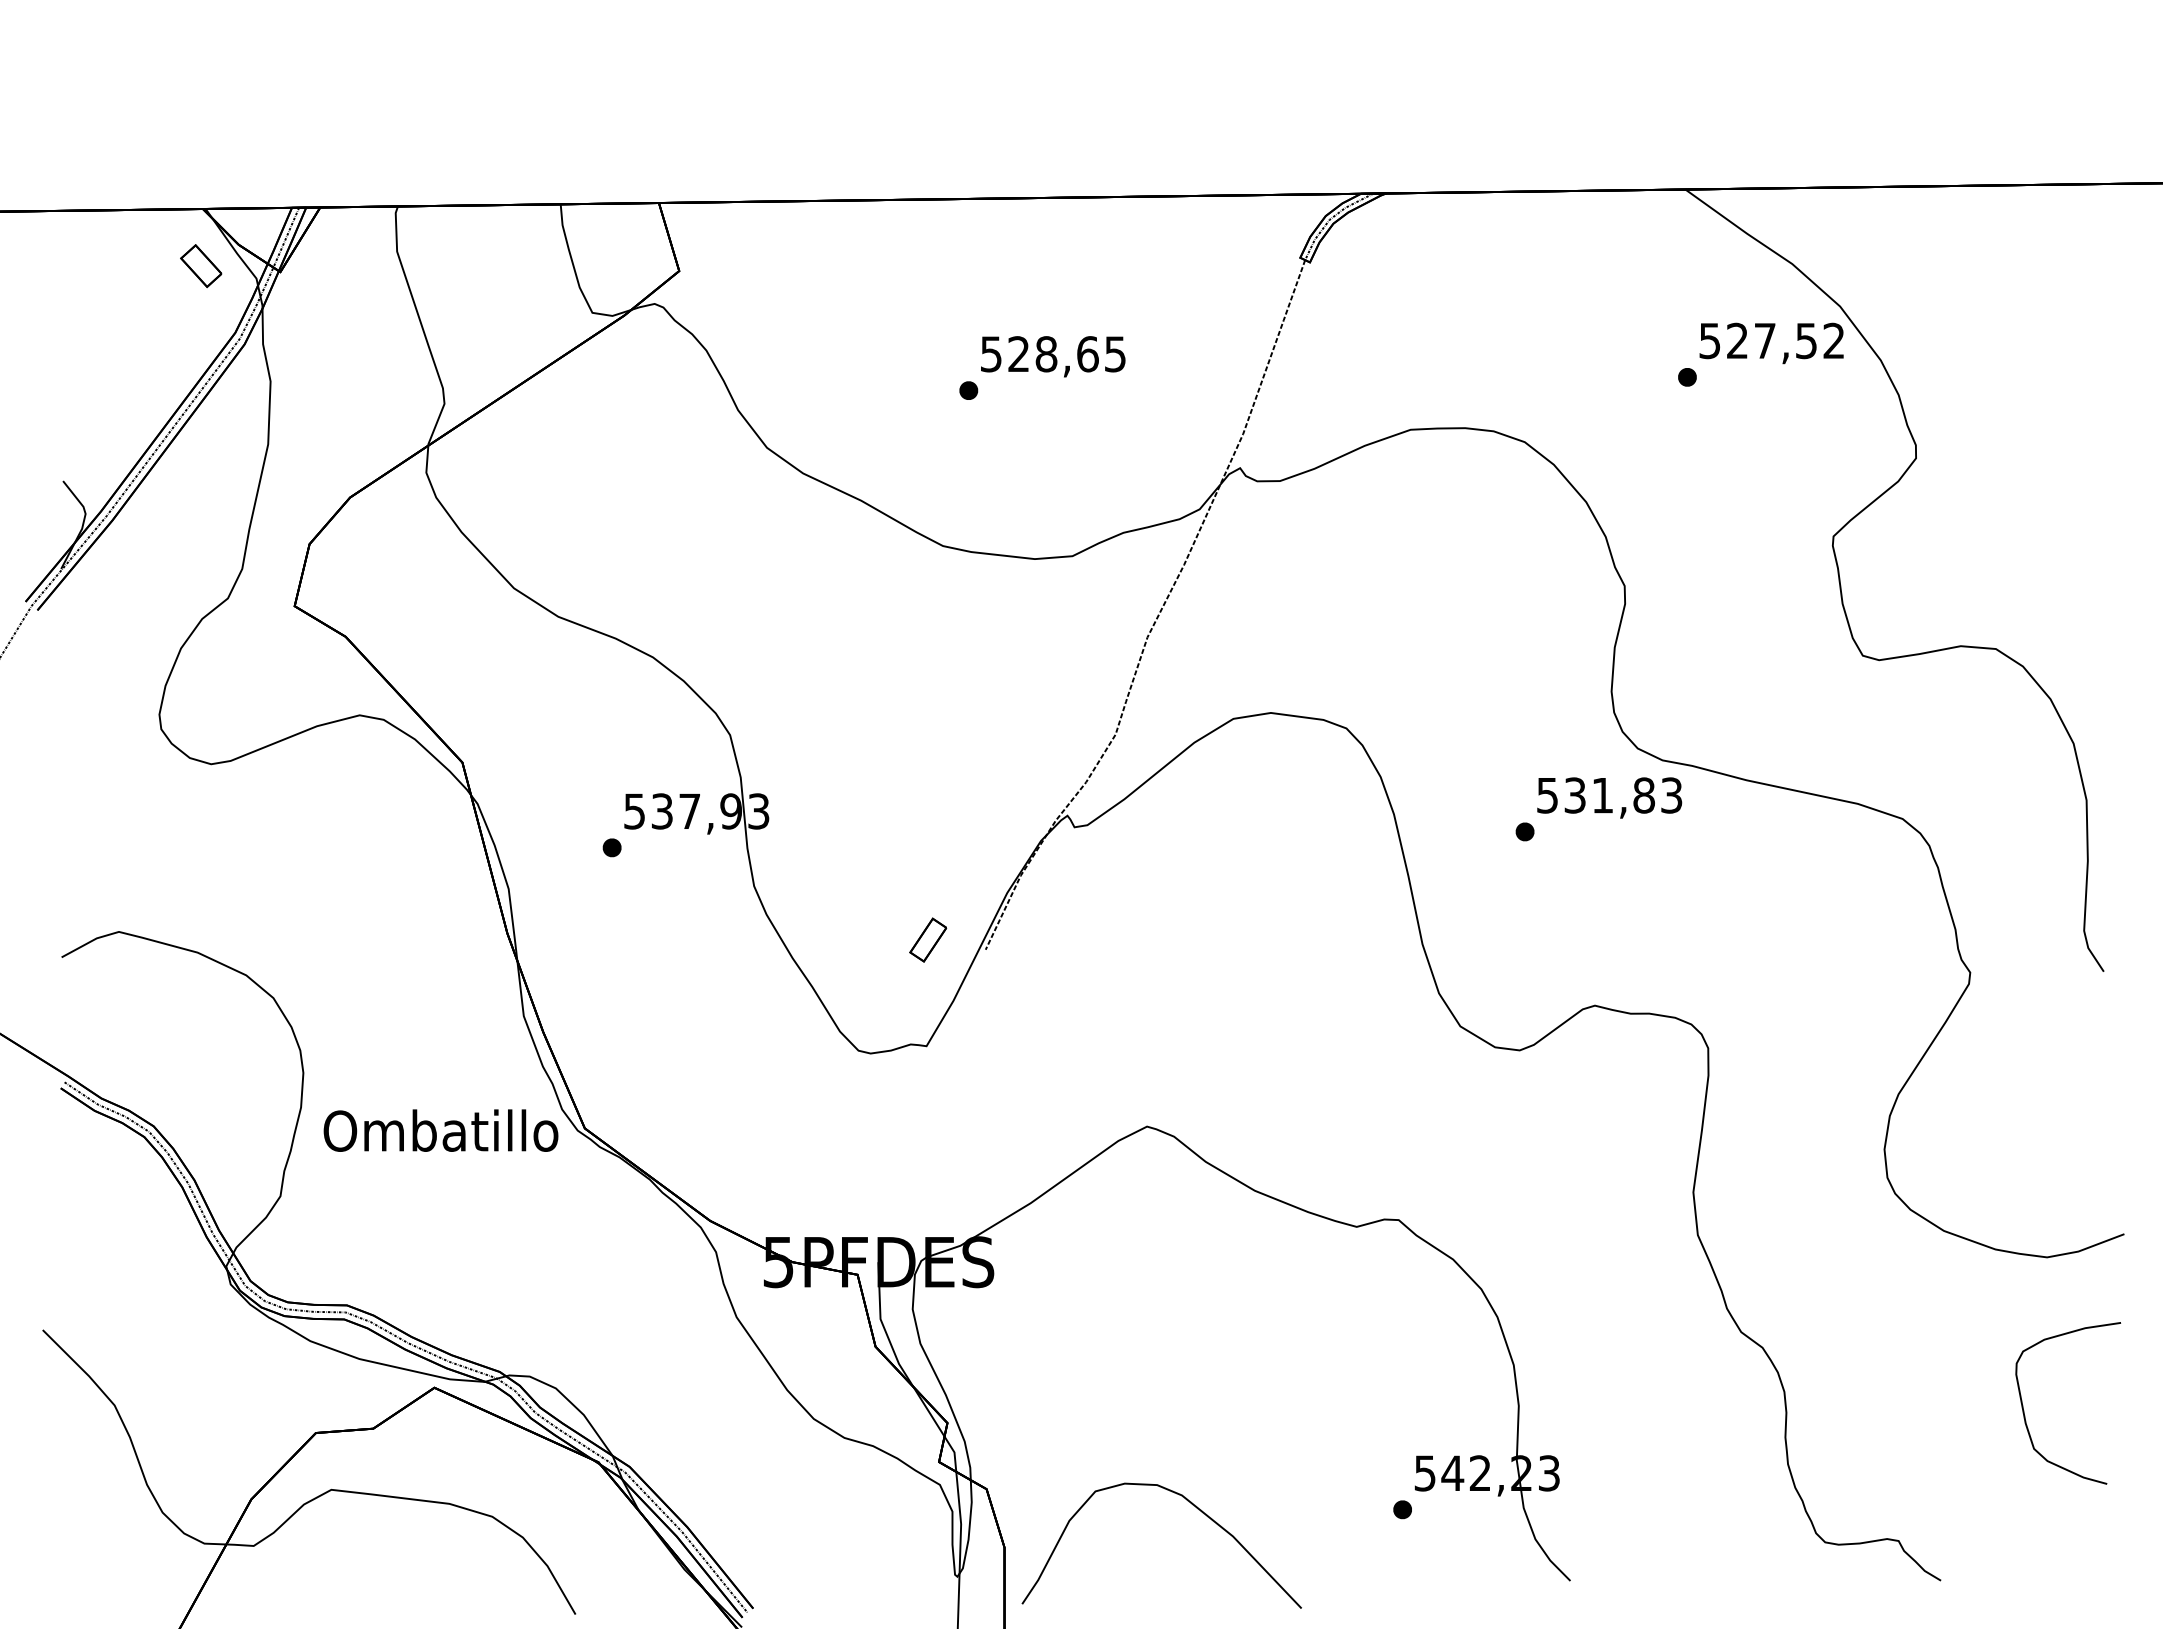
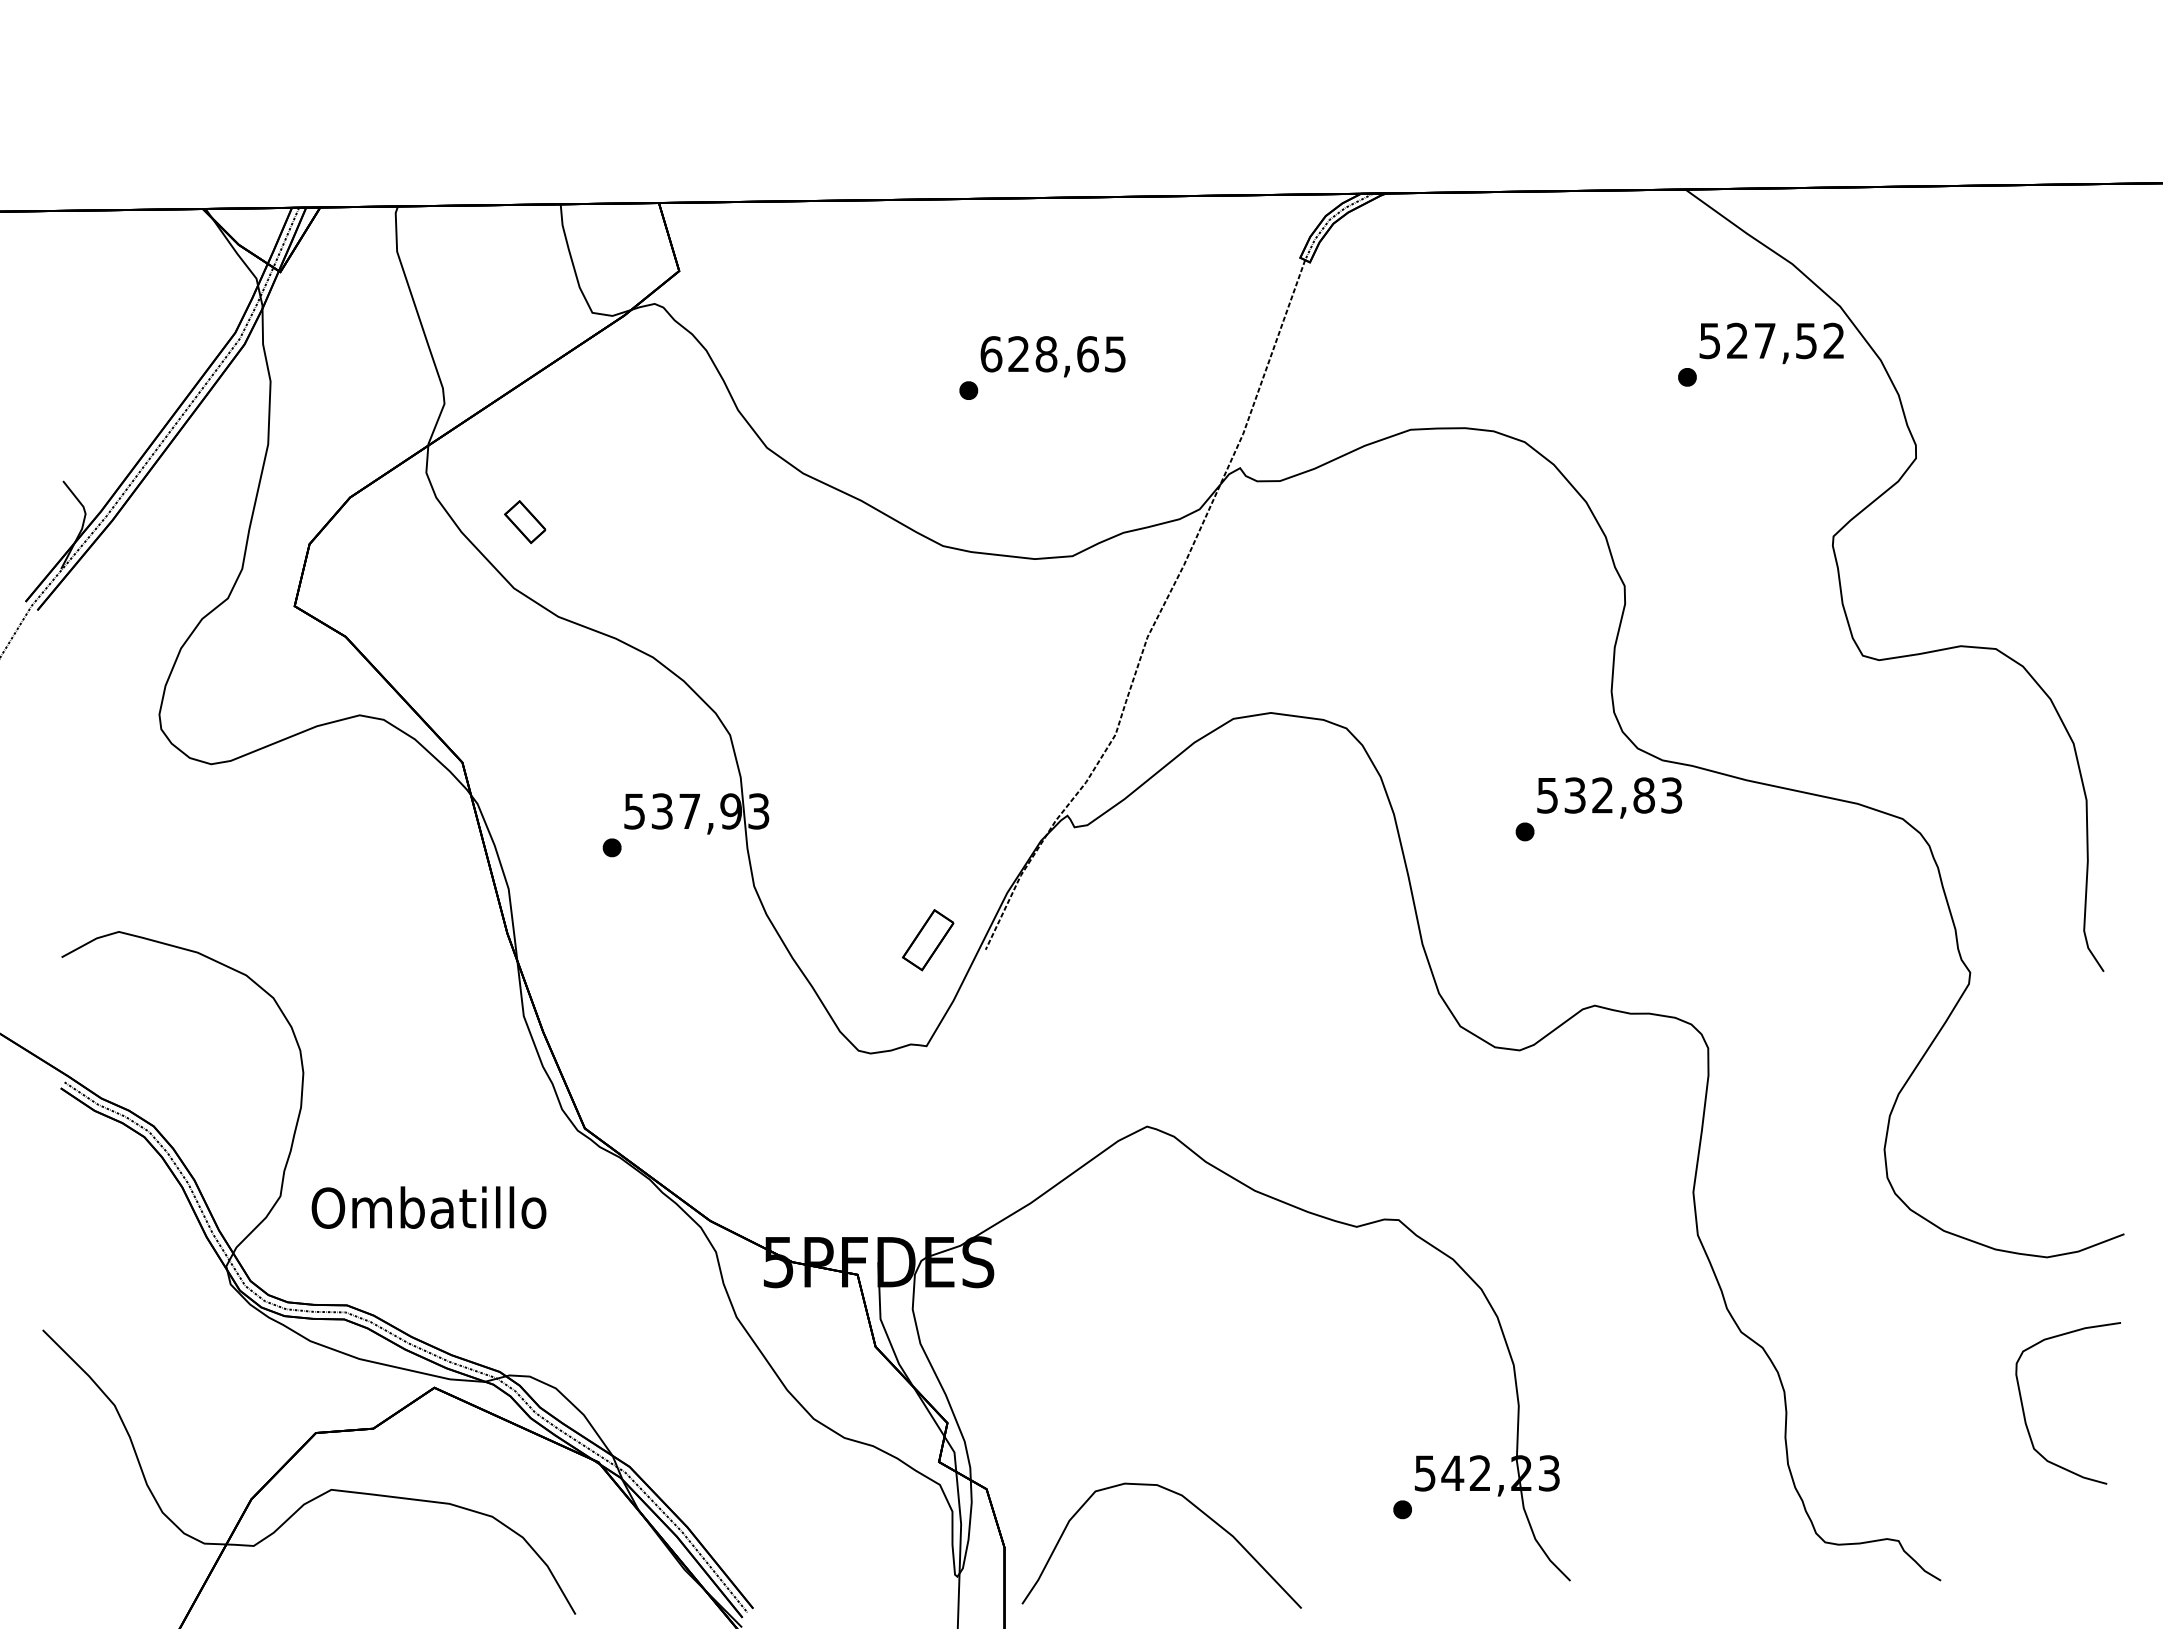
part at (201, 266) position: (201, 266) -> (525, 522)
text at (991, 354): 528,65 -> 628,65
text at (1602, 795): 531,83 -> 532,83
part at (928, 939) size: 39x46 px -> 53x63 px
text at (440, 1130) position: (440, 1130) -> (428, 1207)
